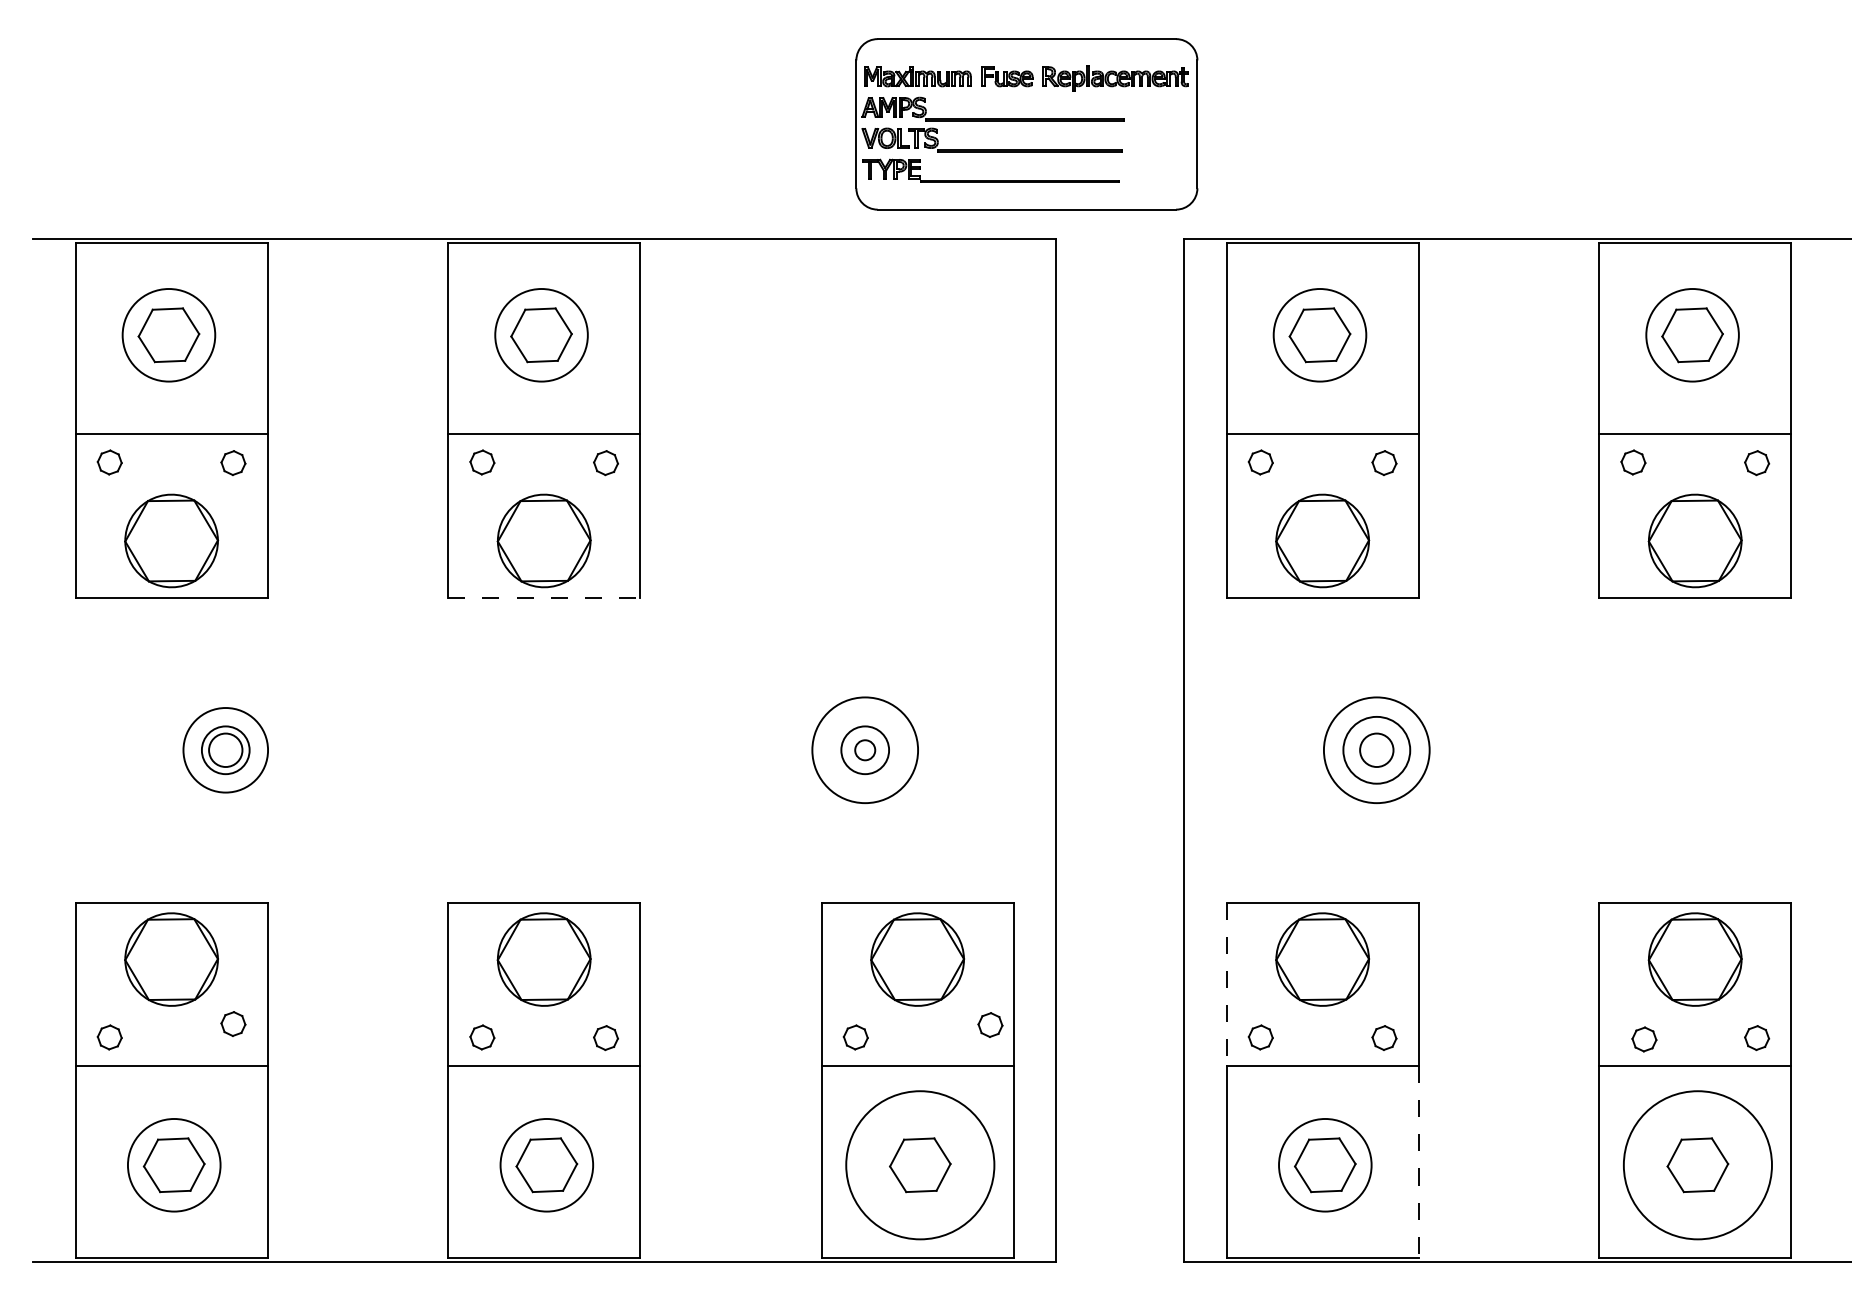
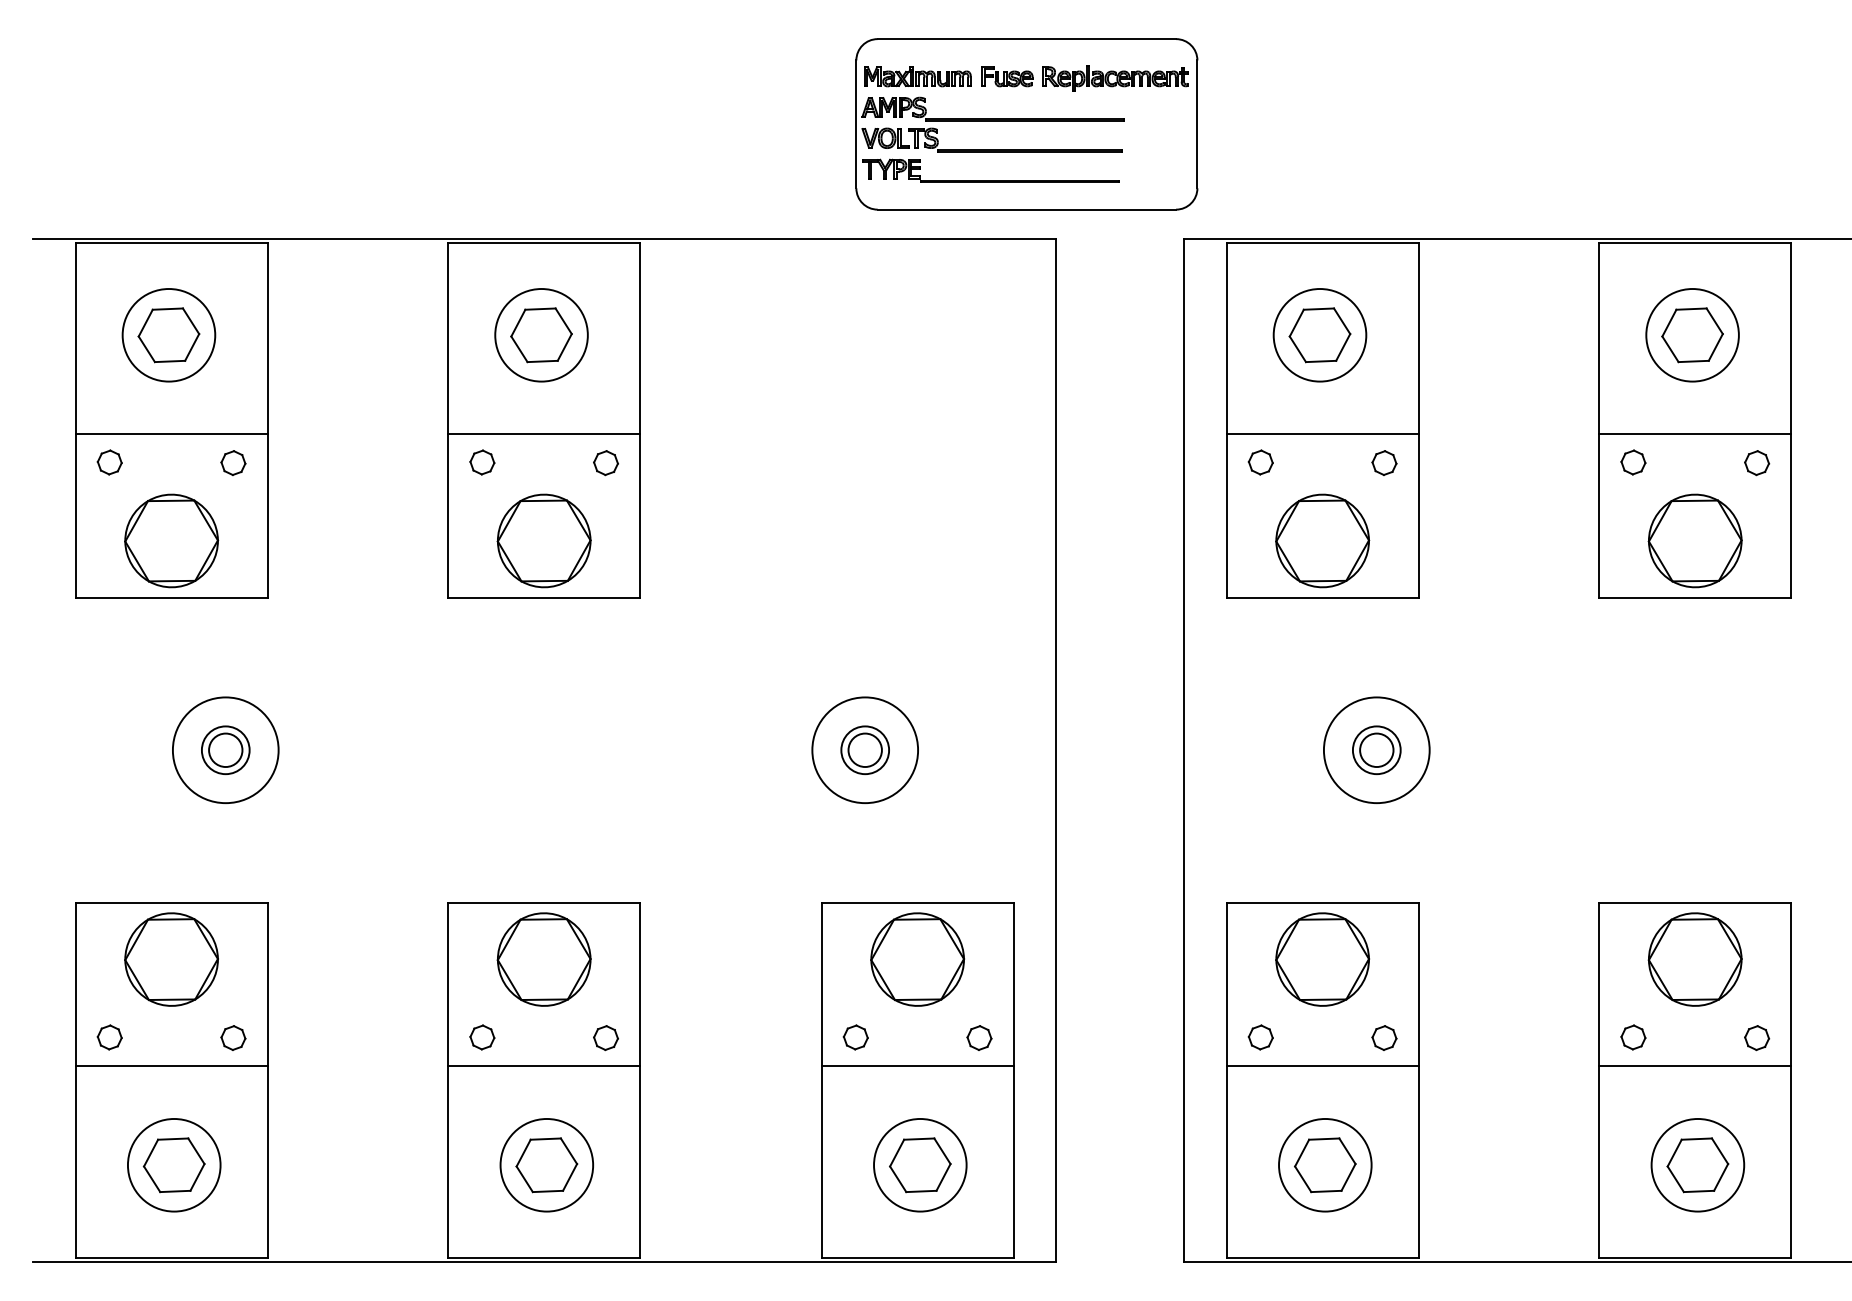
line at (544, 597): dashed -> solid
circle at (1376, 749) diameter: 67 px -> 48 px
circle at (225, 750) diameter: 85 px -> 106 px
circle at (865, 750) diameter: 20 px -> 33 px
line at (1226, 984): dashed -> solid
part at (233, 1023) position: (233, 1023) -> (233, 1037)
part at (990, 1024) position: (990, 1024) -> (979, 1037)
part at (1644, 1039) position: (1644, 1039) -> (1633, 1037)
line at (1418, 1161): dashed -> solid
circle at (920, 1165) diameter: 148 px -> 93 px
circle at (1697, 1165) diameter: 148 px -> 93 px
